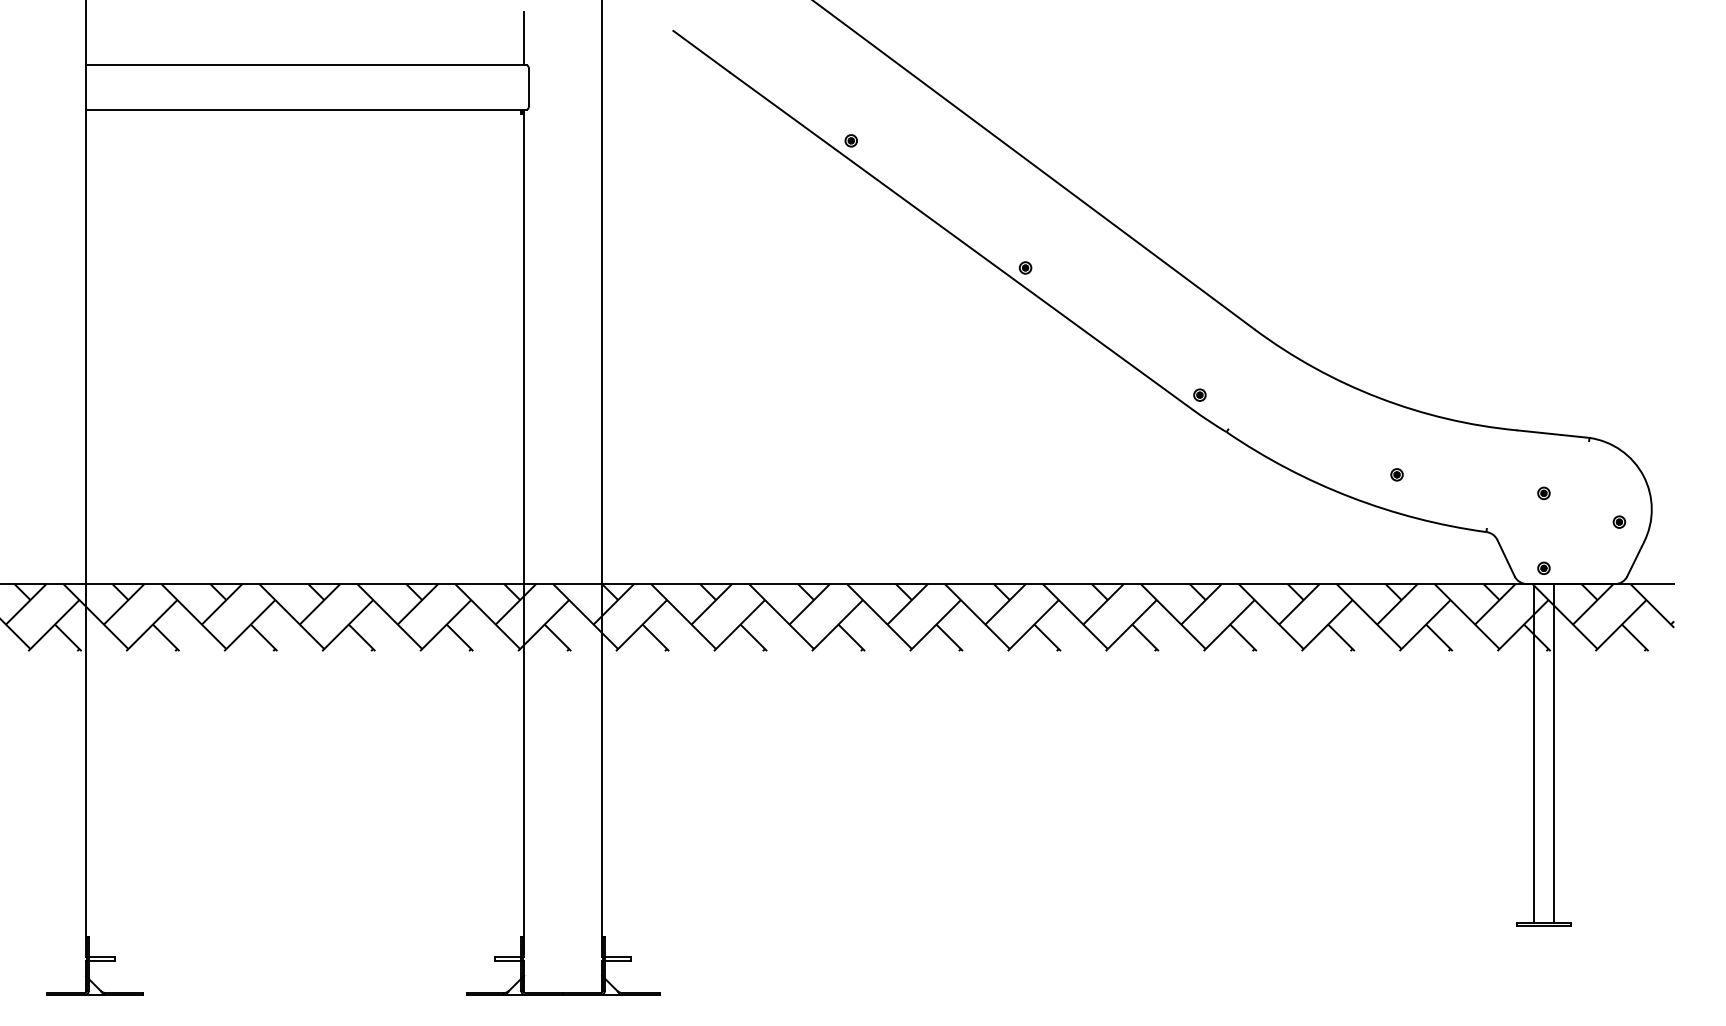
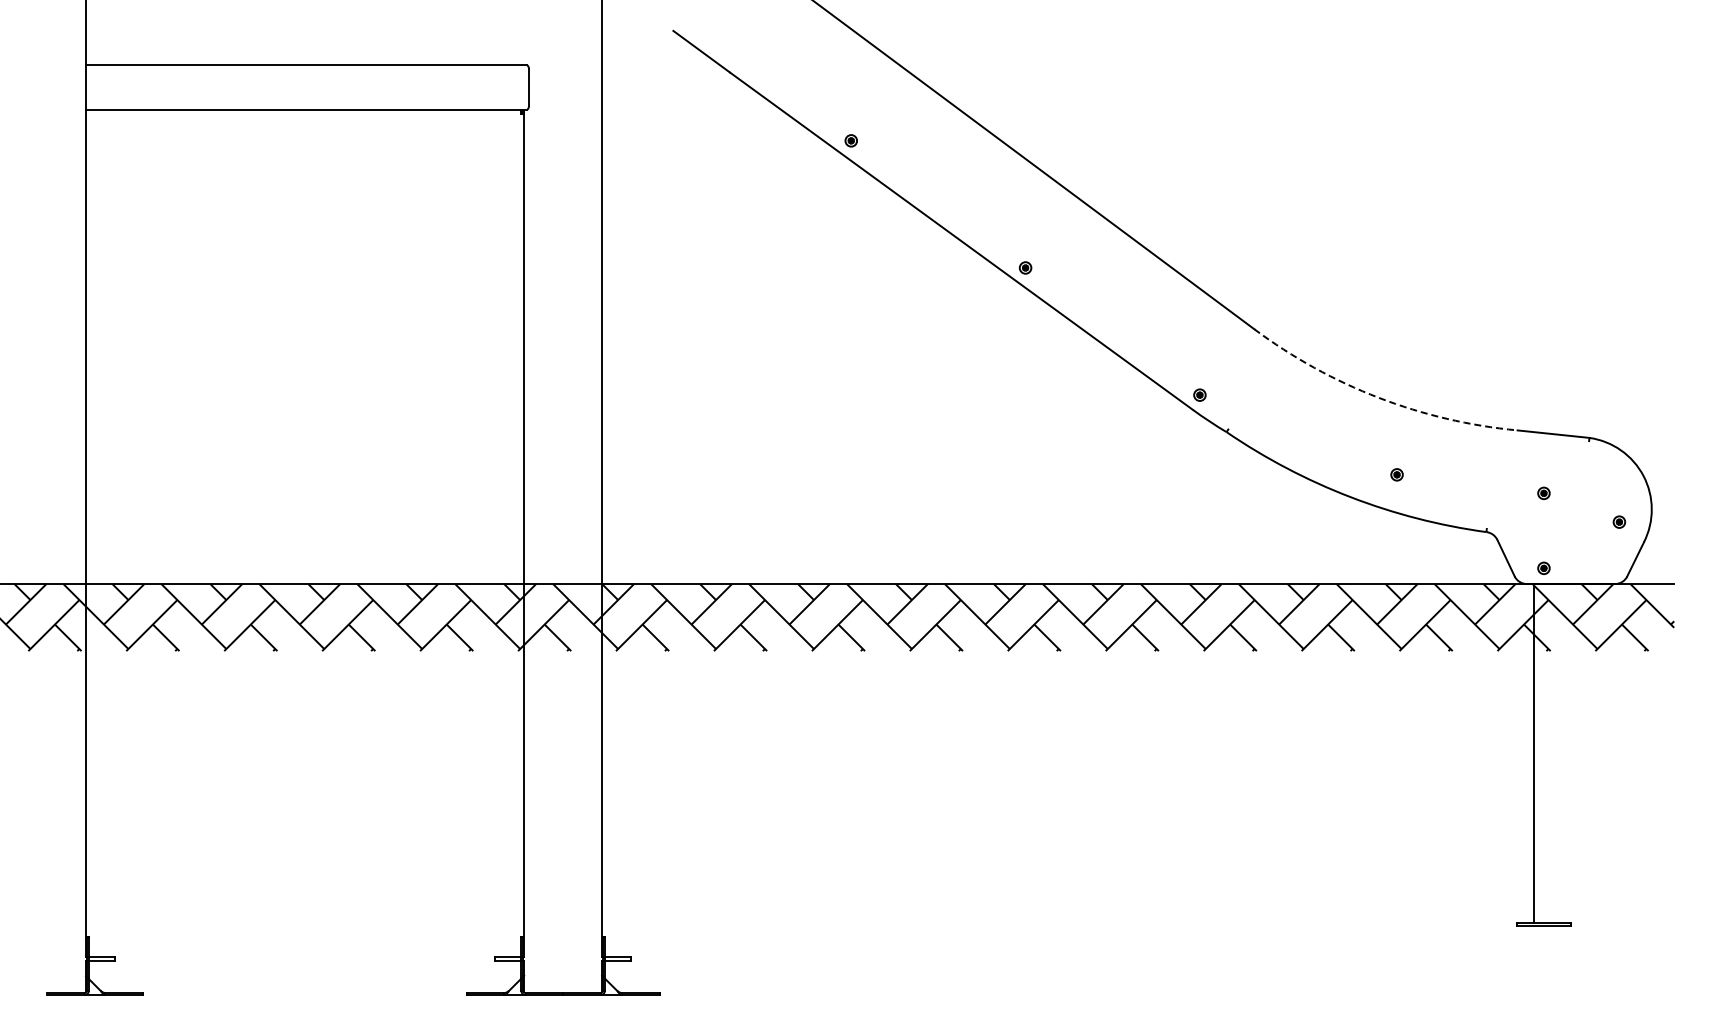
line at (524, 38): present -> none
arc at (1378, 397): solid -> dashed
line at (1554, 753): present -> none
